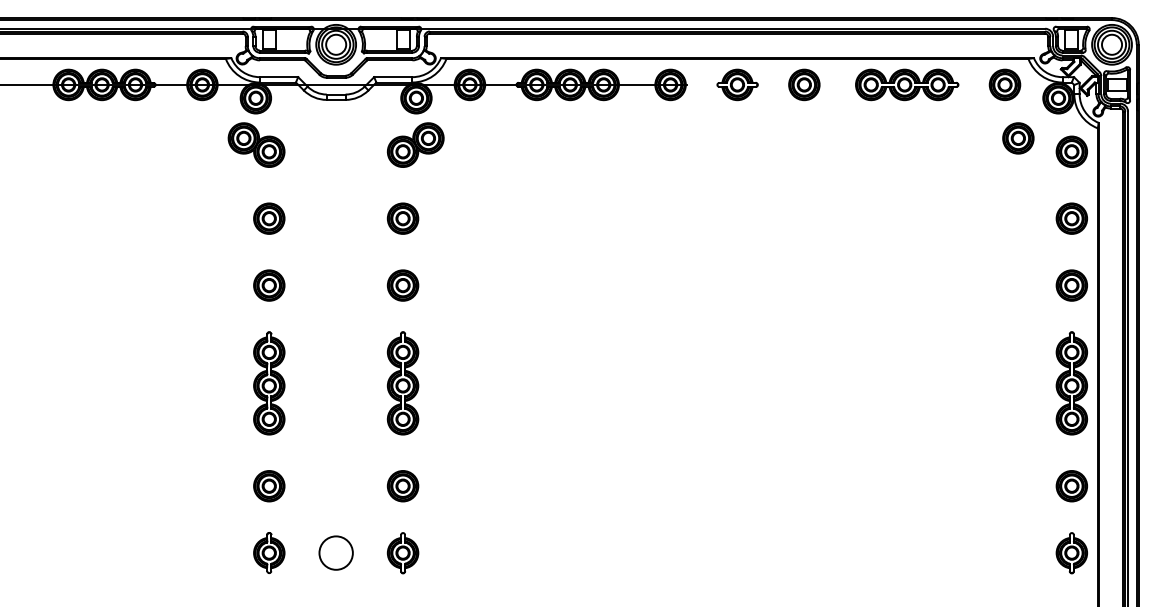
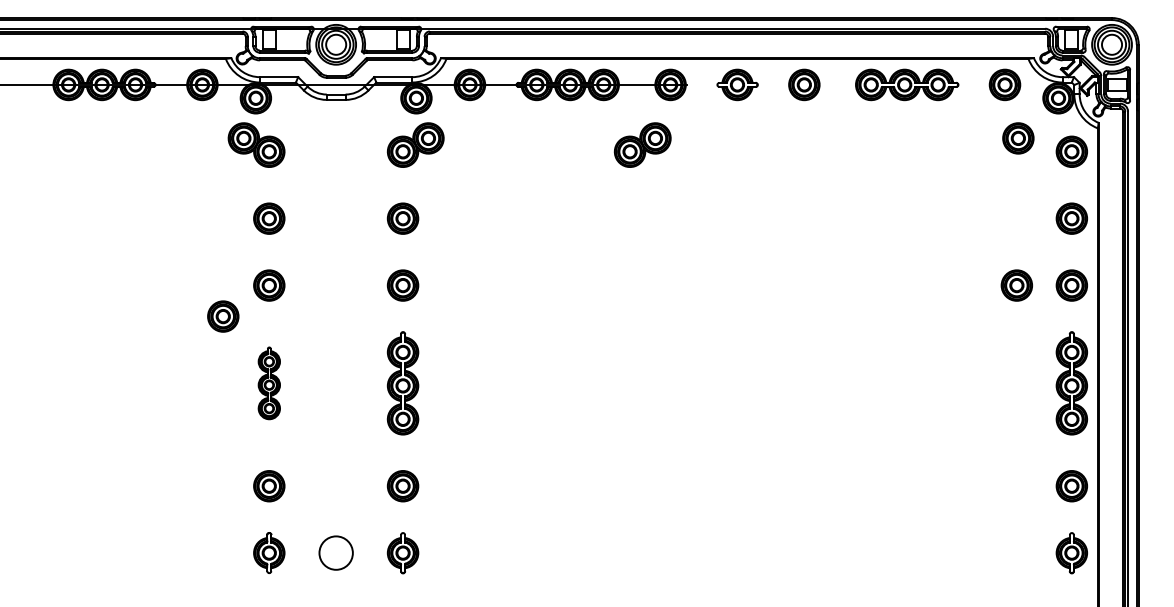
part at (642, 144): none -> present
part at (1016, 285): none -> present
part at (223, 316): none -> present
part at (269, 383) size: 33x105 px -> 24x75 px
